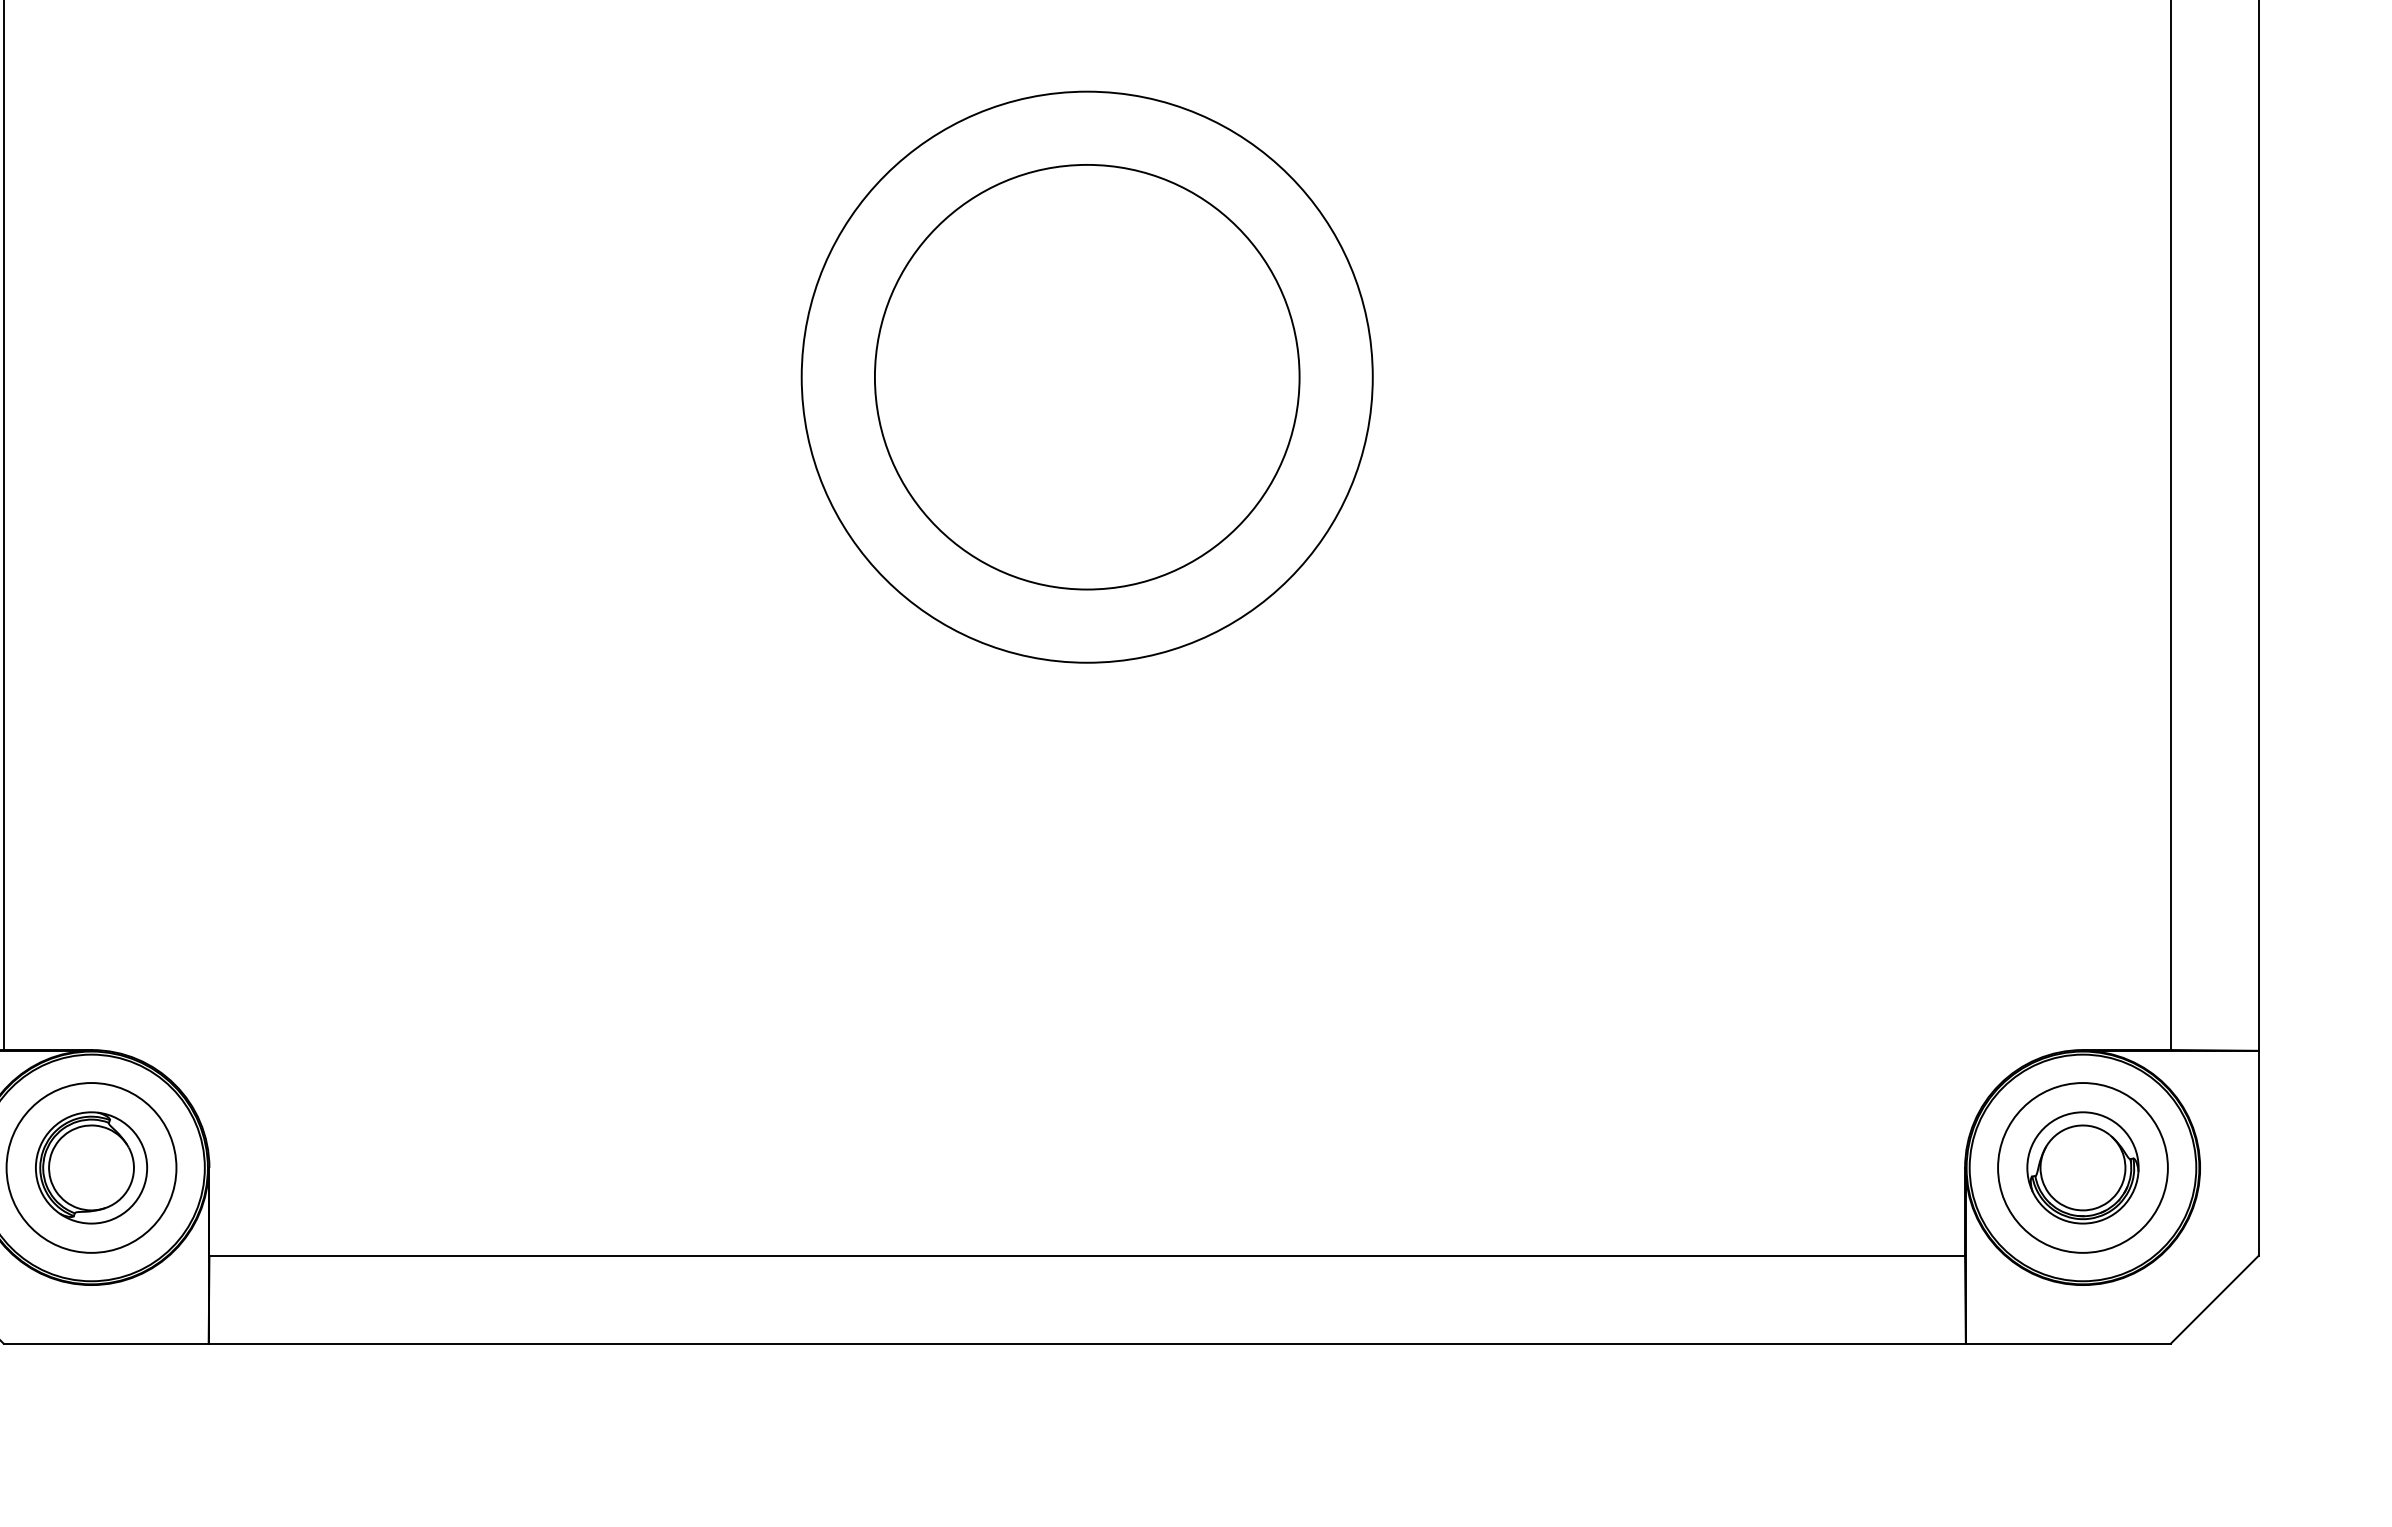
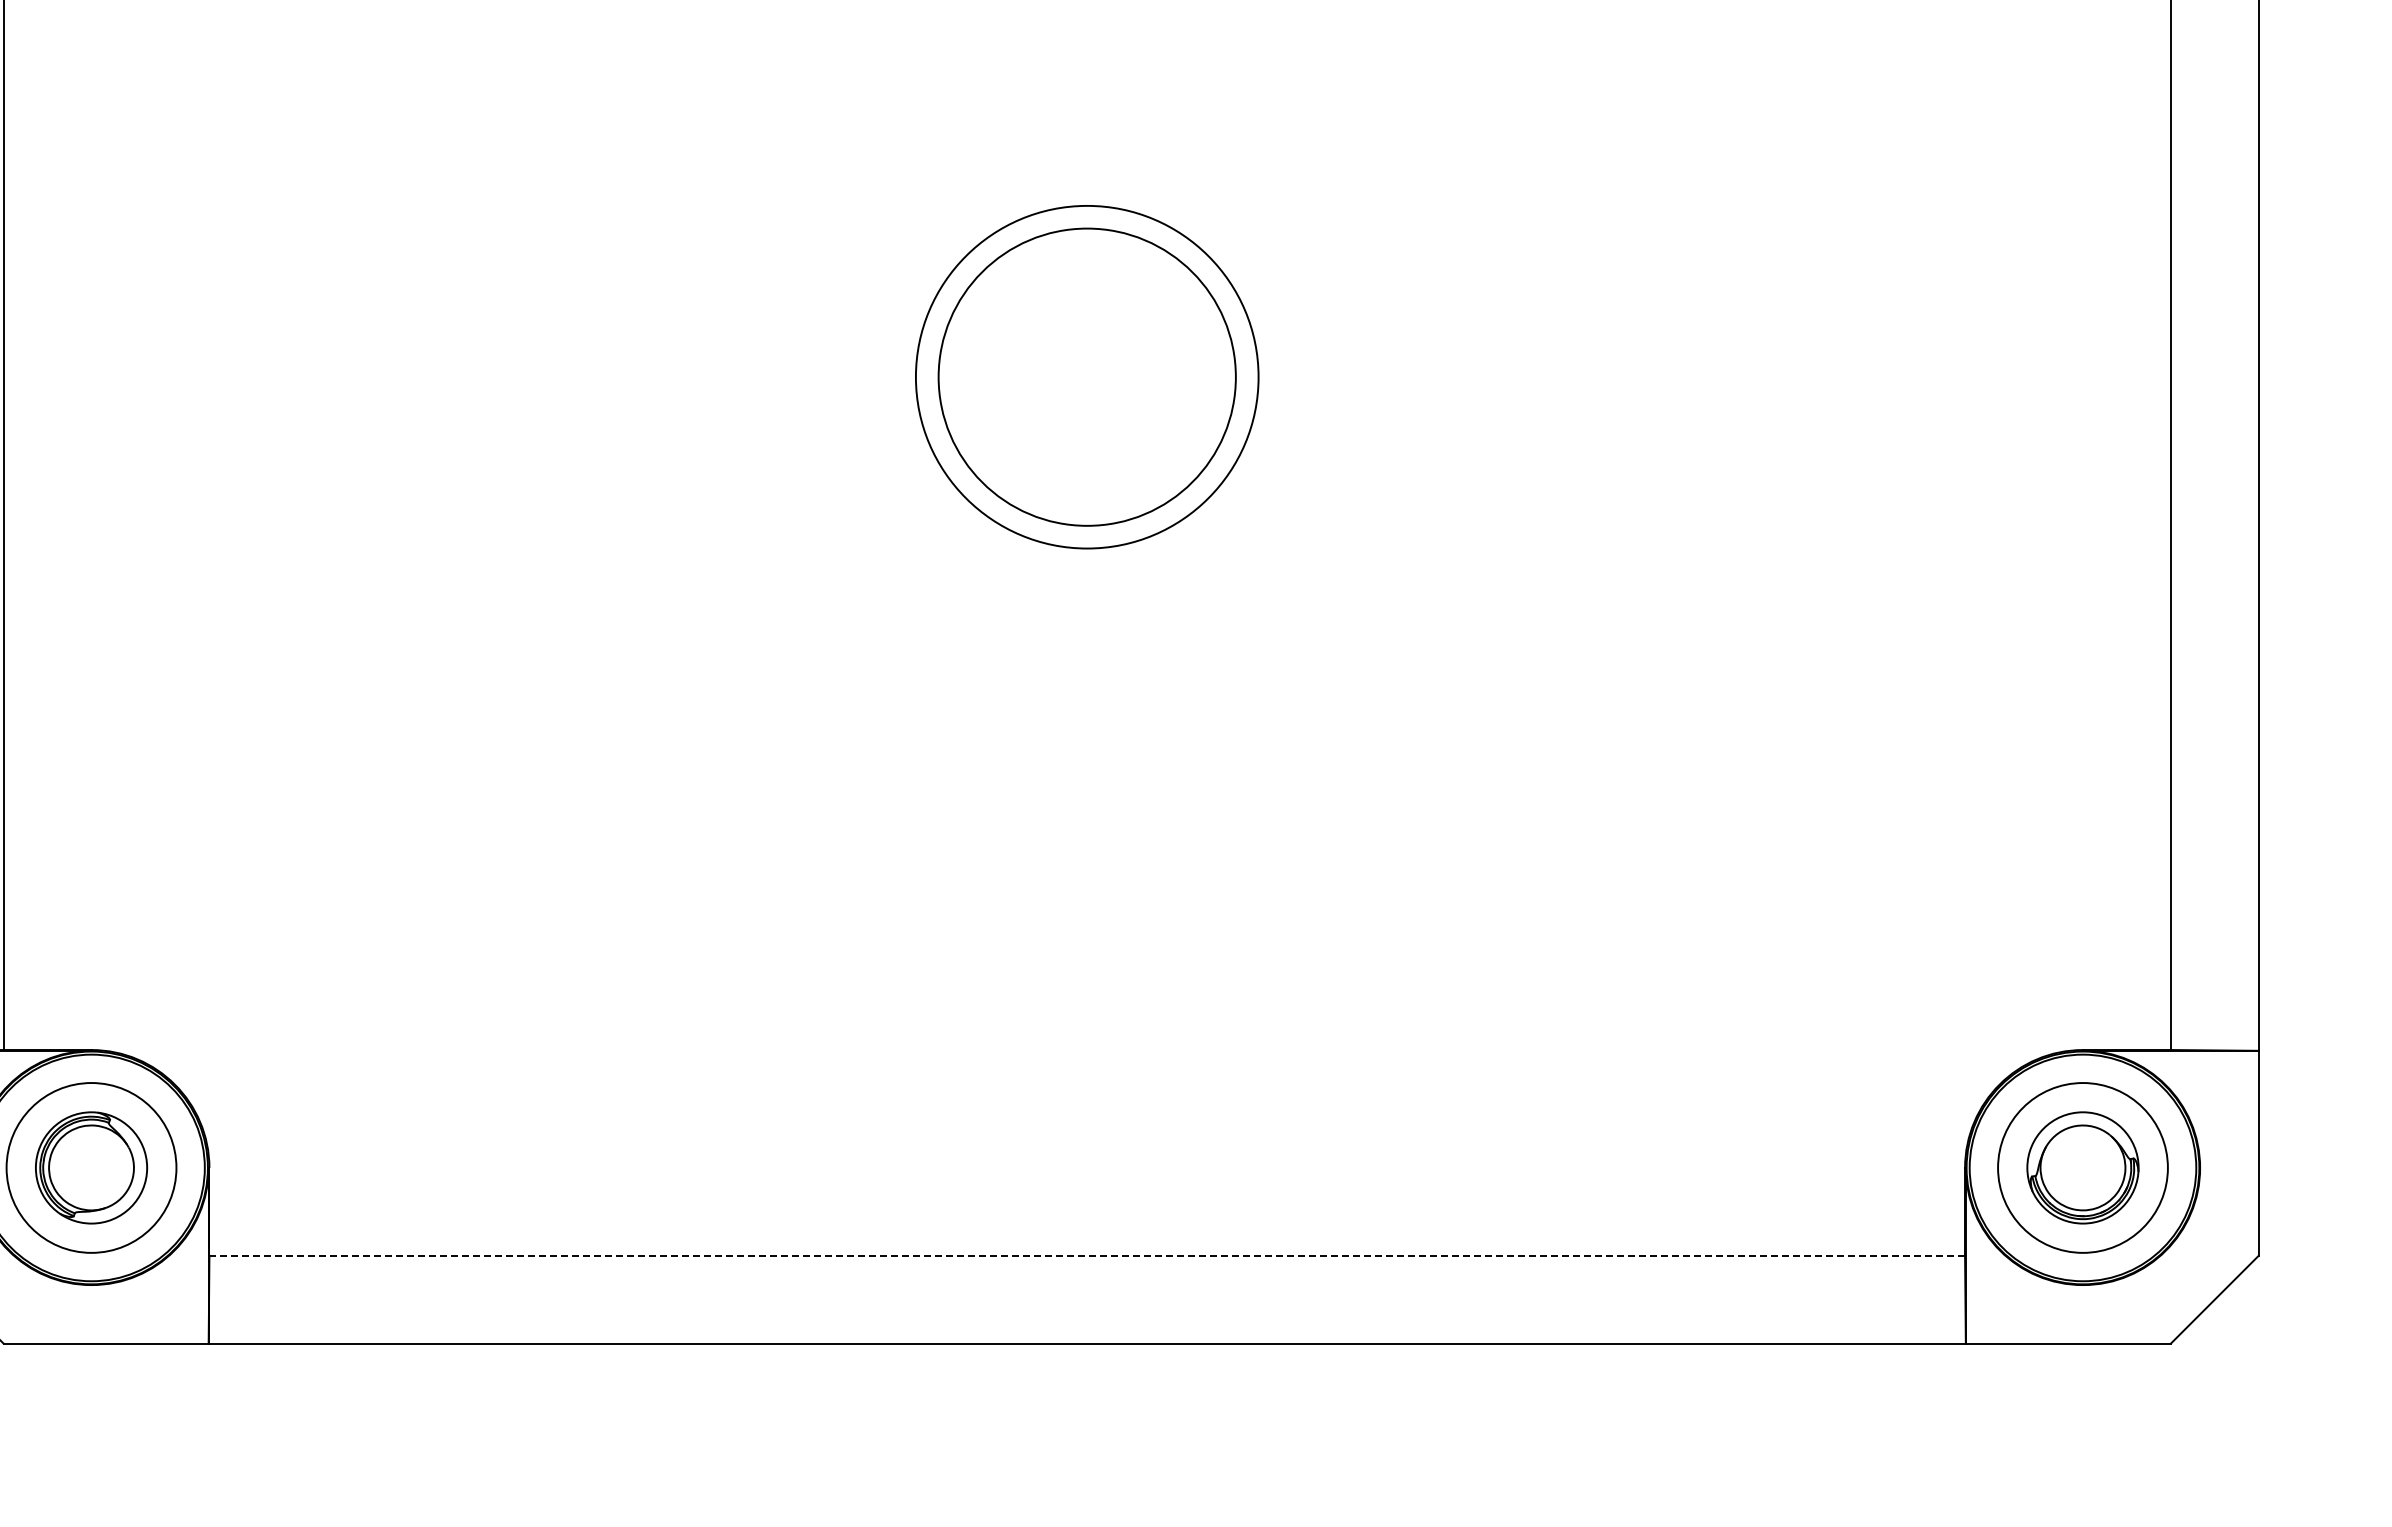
circle at (1086, 376) diameter: 425 px -> 297 px
circle at (1086, 376) diameter: 571 px -> 343 px
line at (1087, 1255): solid -> dashed
